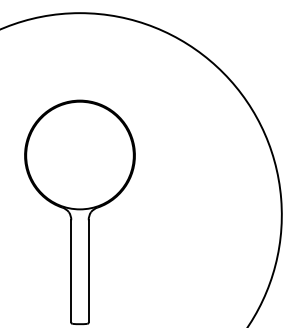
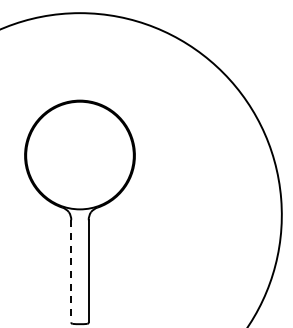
line at (71, 271): solid -> dashed
